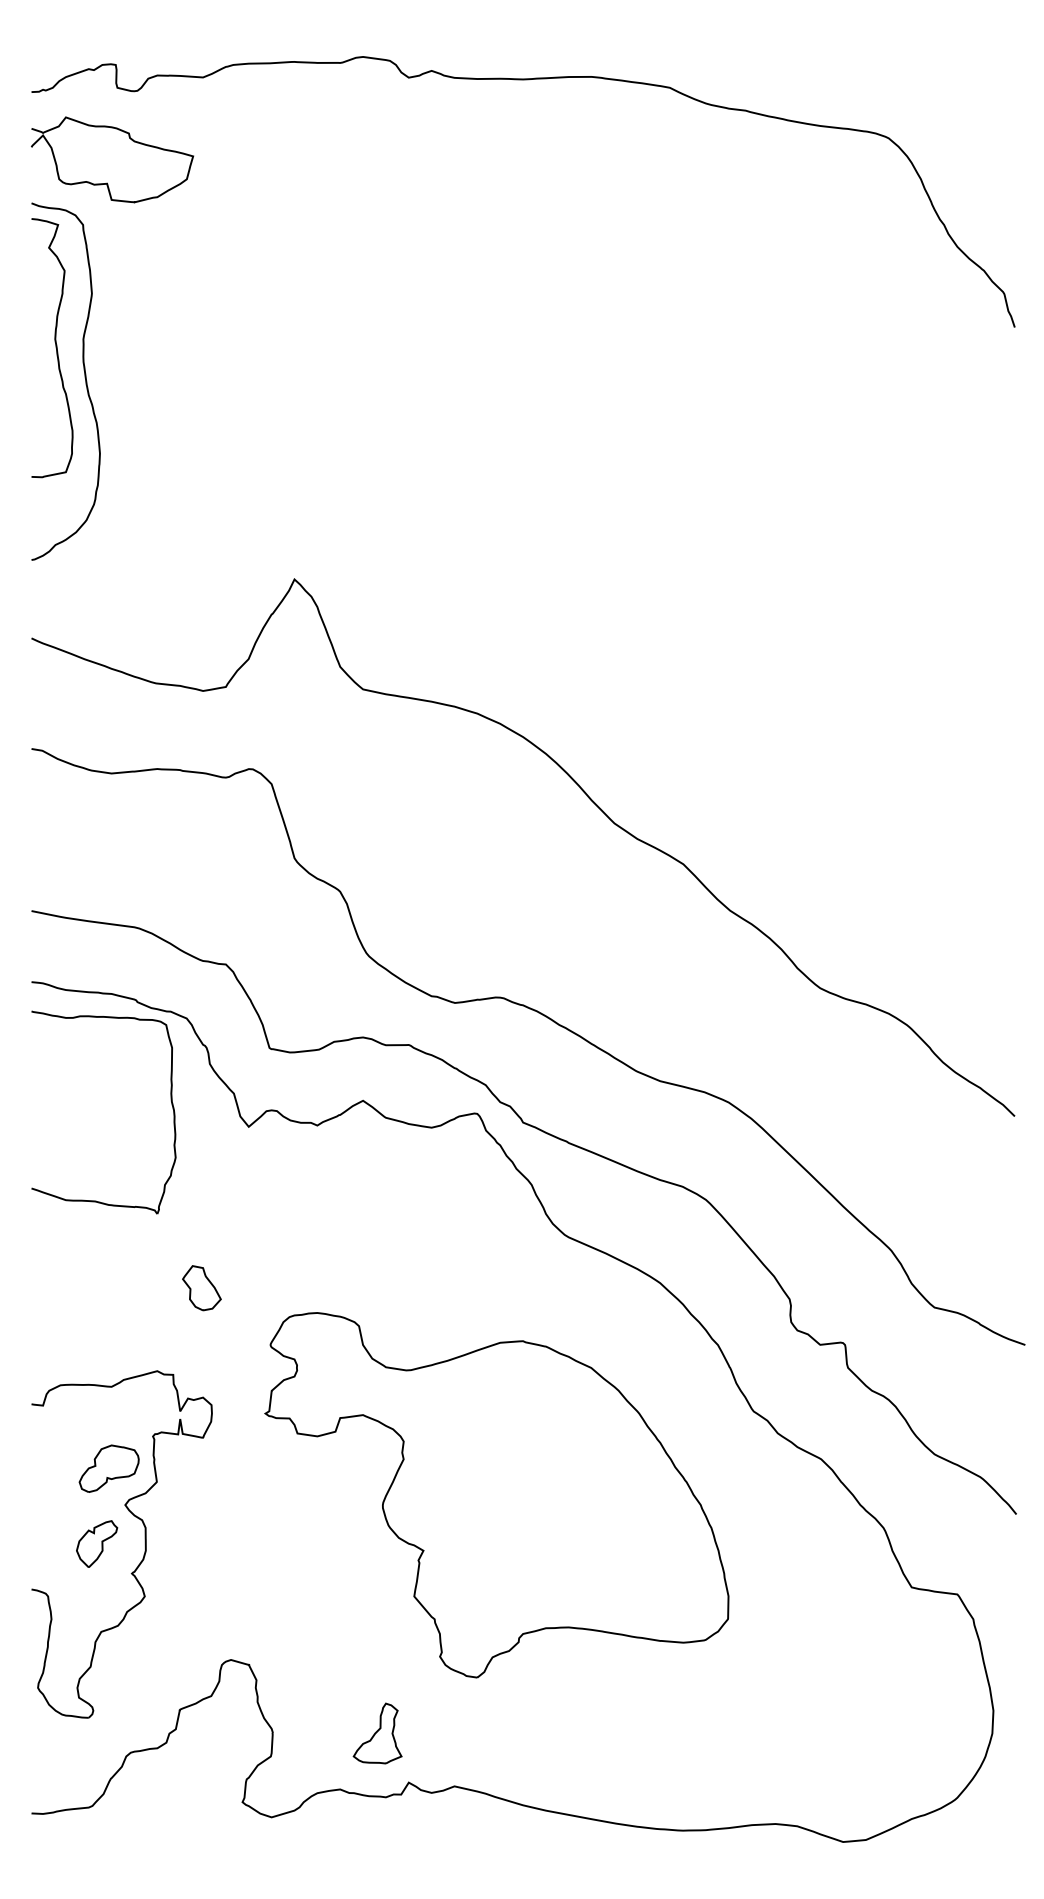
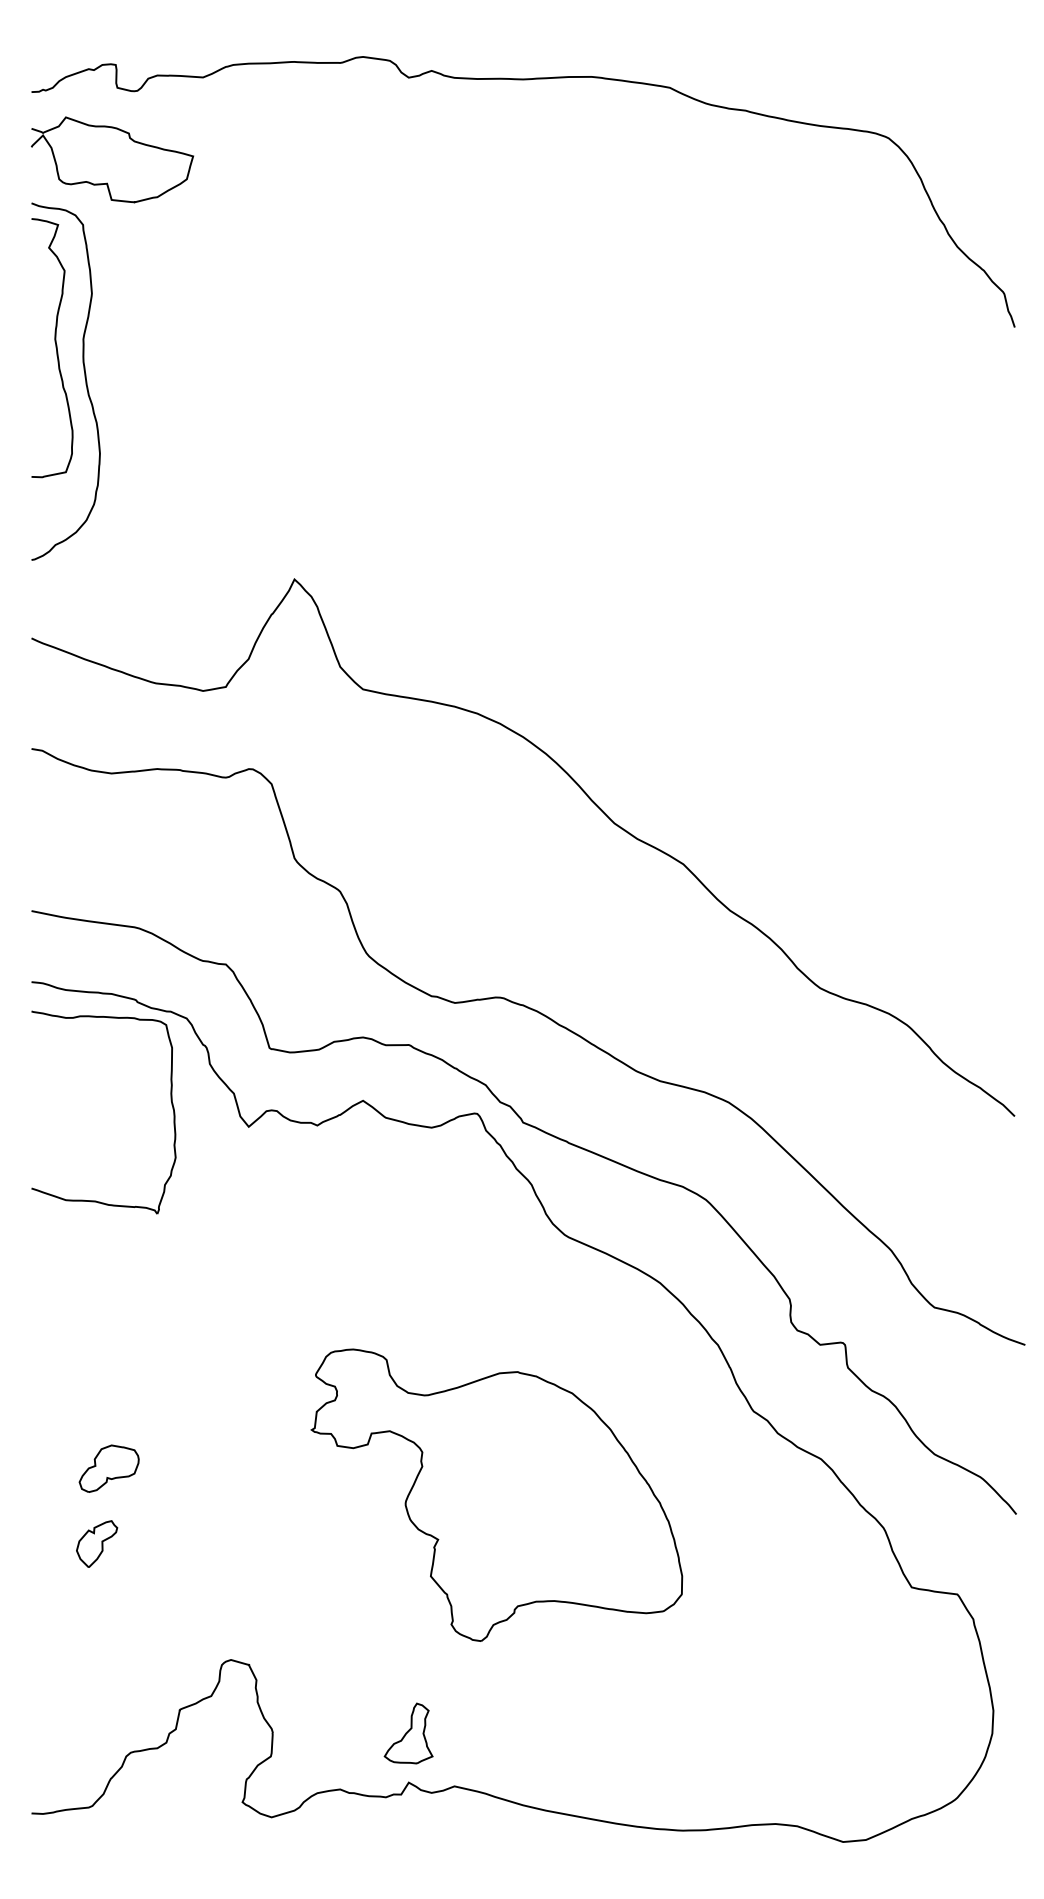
part at (201, 1288): present -> none
part at (496, 1495) size: 466x367 px -> 374x294 px
part at (144, 1544): present -> none
part at (377, 1733) position: (377, 1733) -> (408, 1733)
